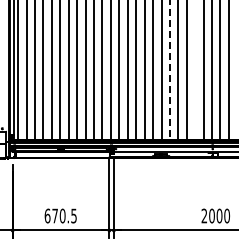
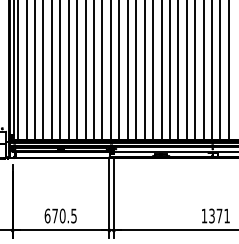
line at (169, 70): dashed -> solid
line at (195, 70): none -> present
text at (215, 215): 2000 -> 1371
